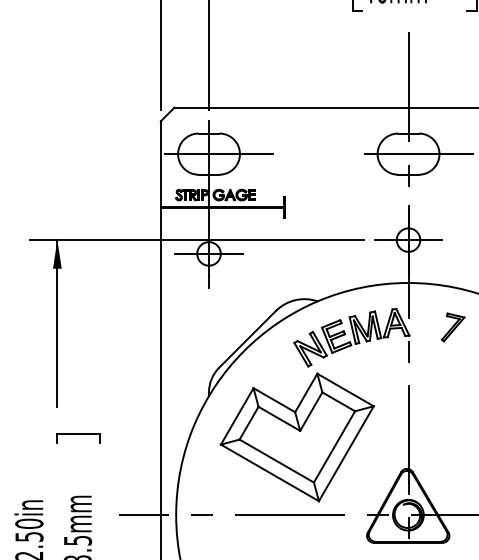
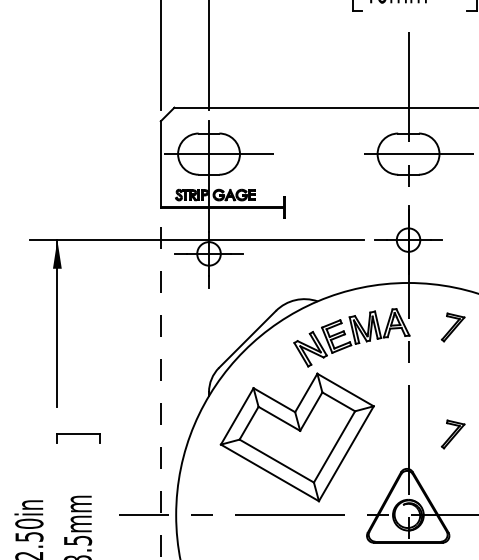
line at (160, 383): solid -> dashed
part at (452, 434): none -> present
